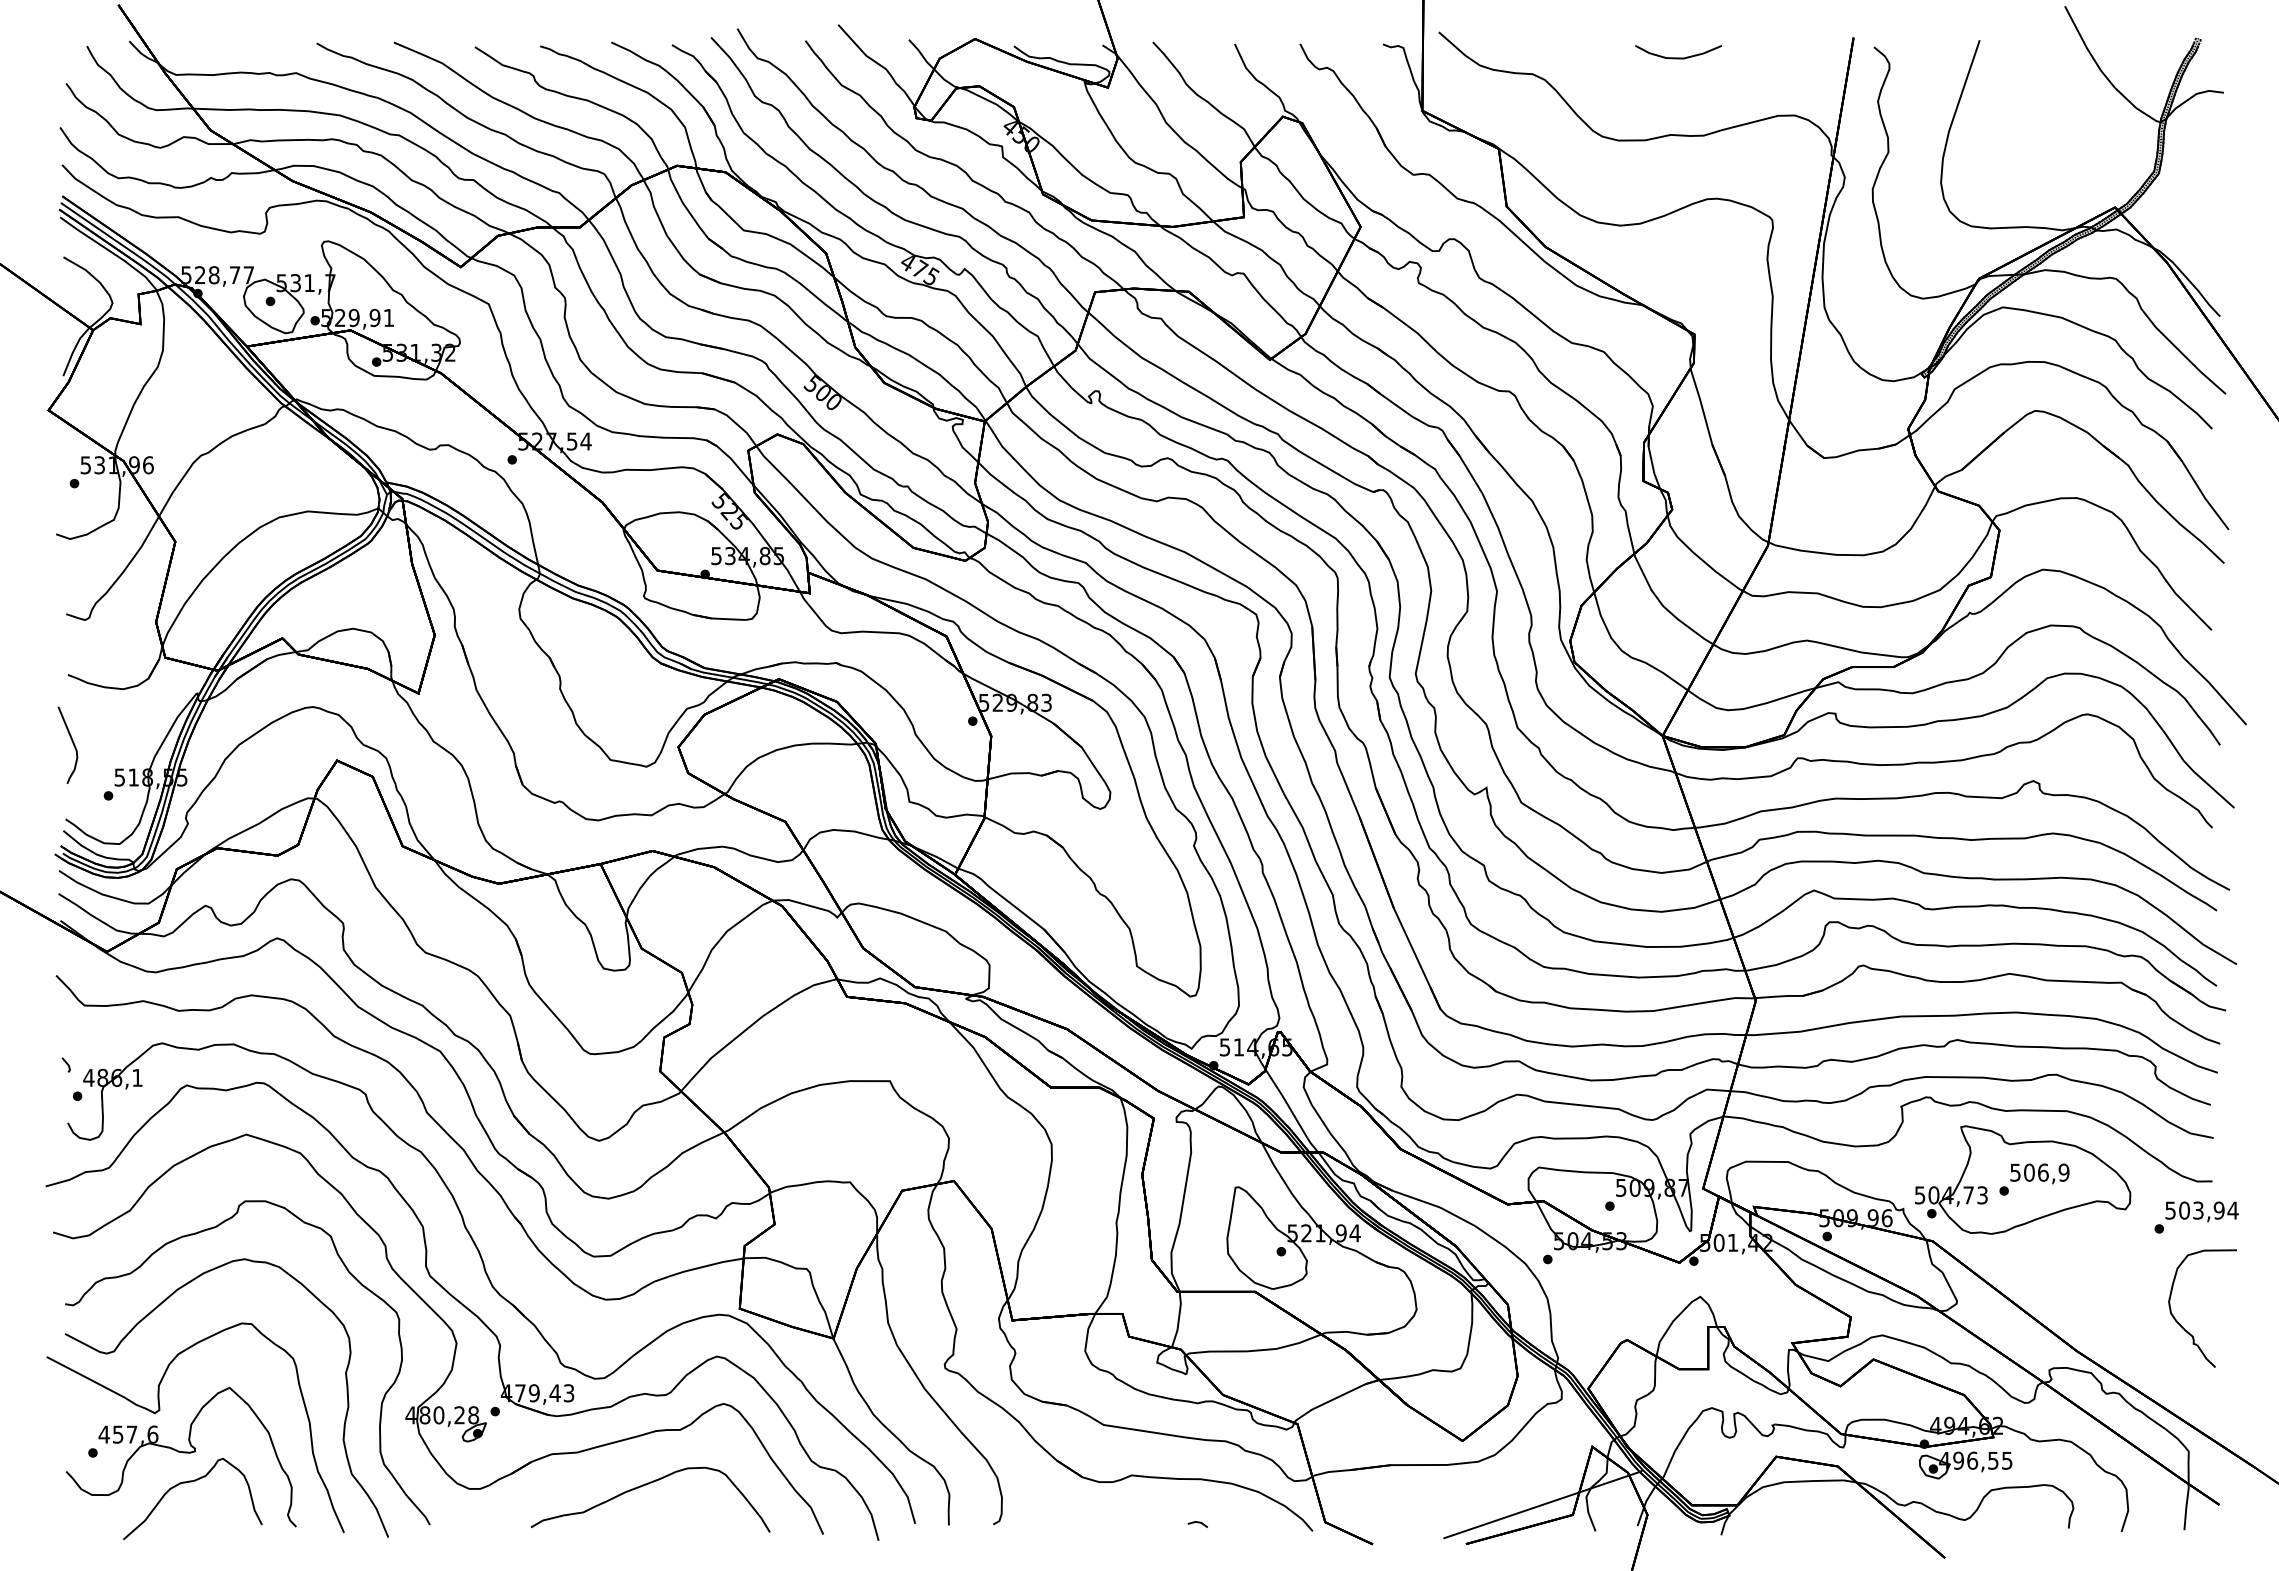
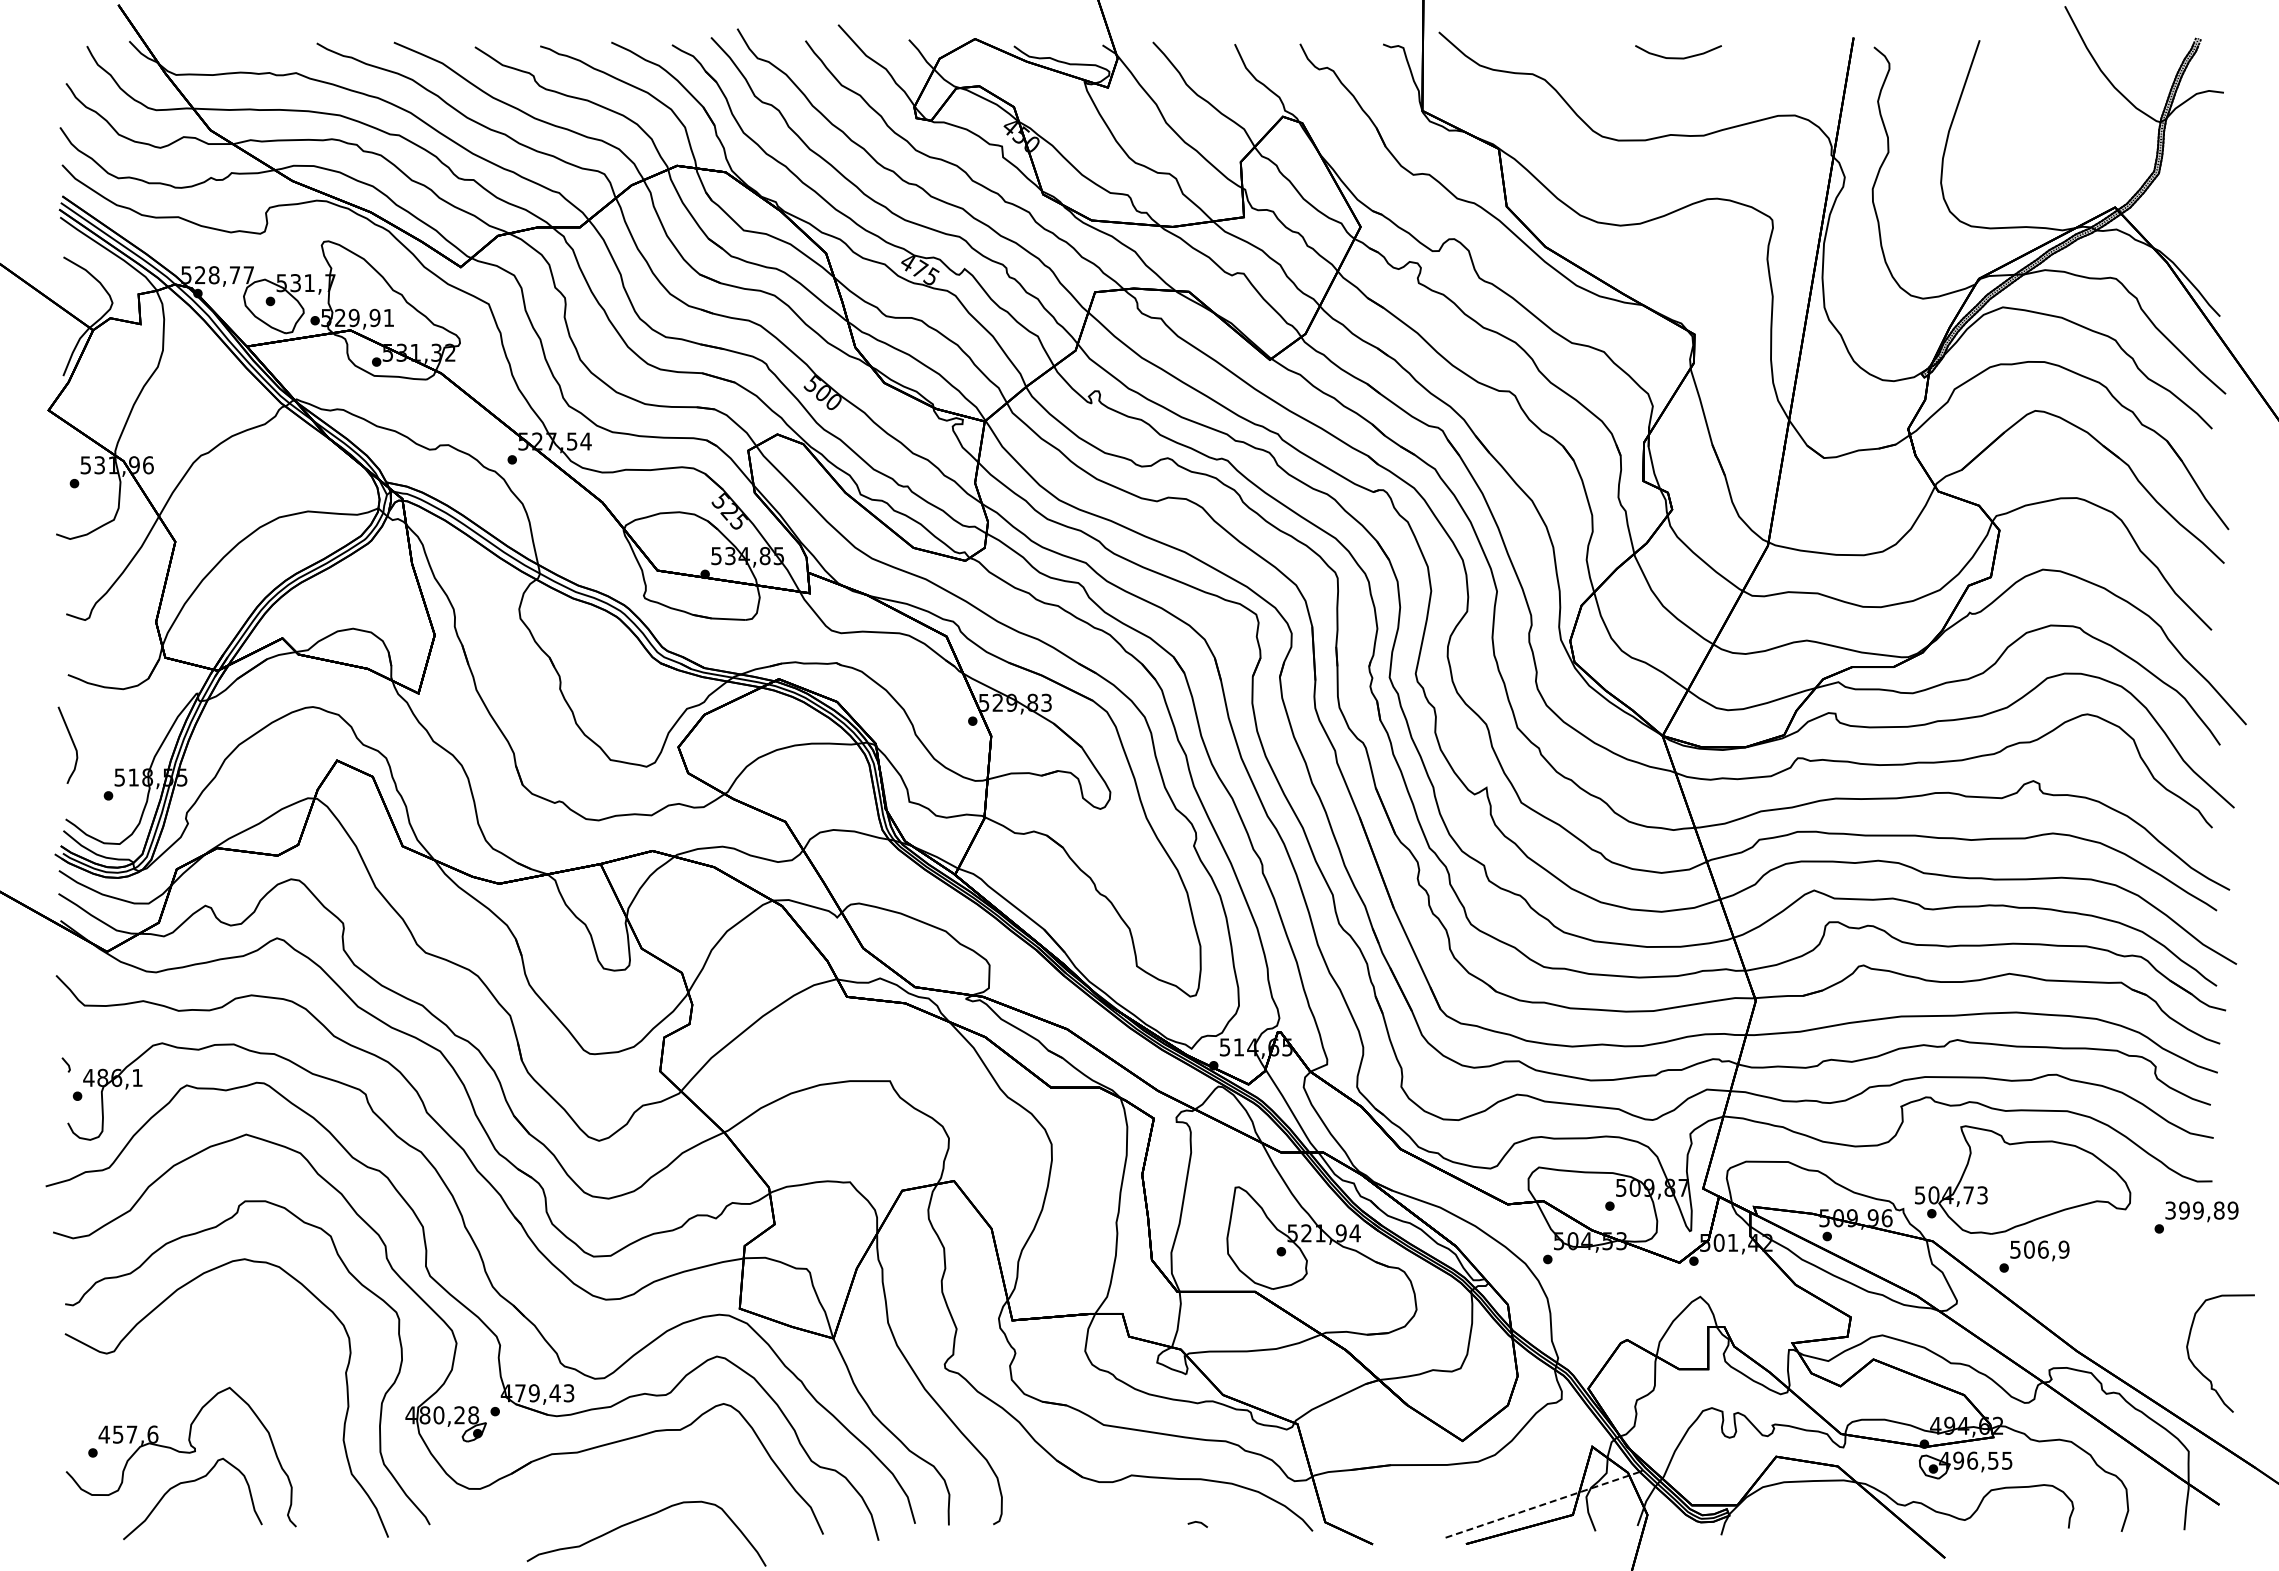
text at (2034, 1179) position: (2034, 1179) -> (2034, 1256)
text at (2202, 1210): 503,94 -> 399,89
part at (2187, 1330) position: (2187, 1330) -> (2205, 1375)
part at (160, 1410): present -> none
part at (646, 1485) position: (646, 1485) -> (642, 1519)
line at (1541, 1505): solid -> dashed
